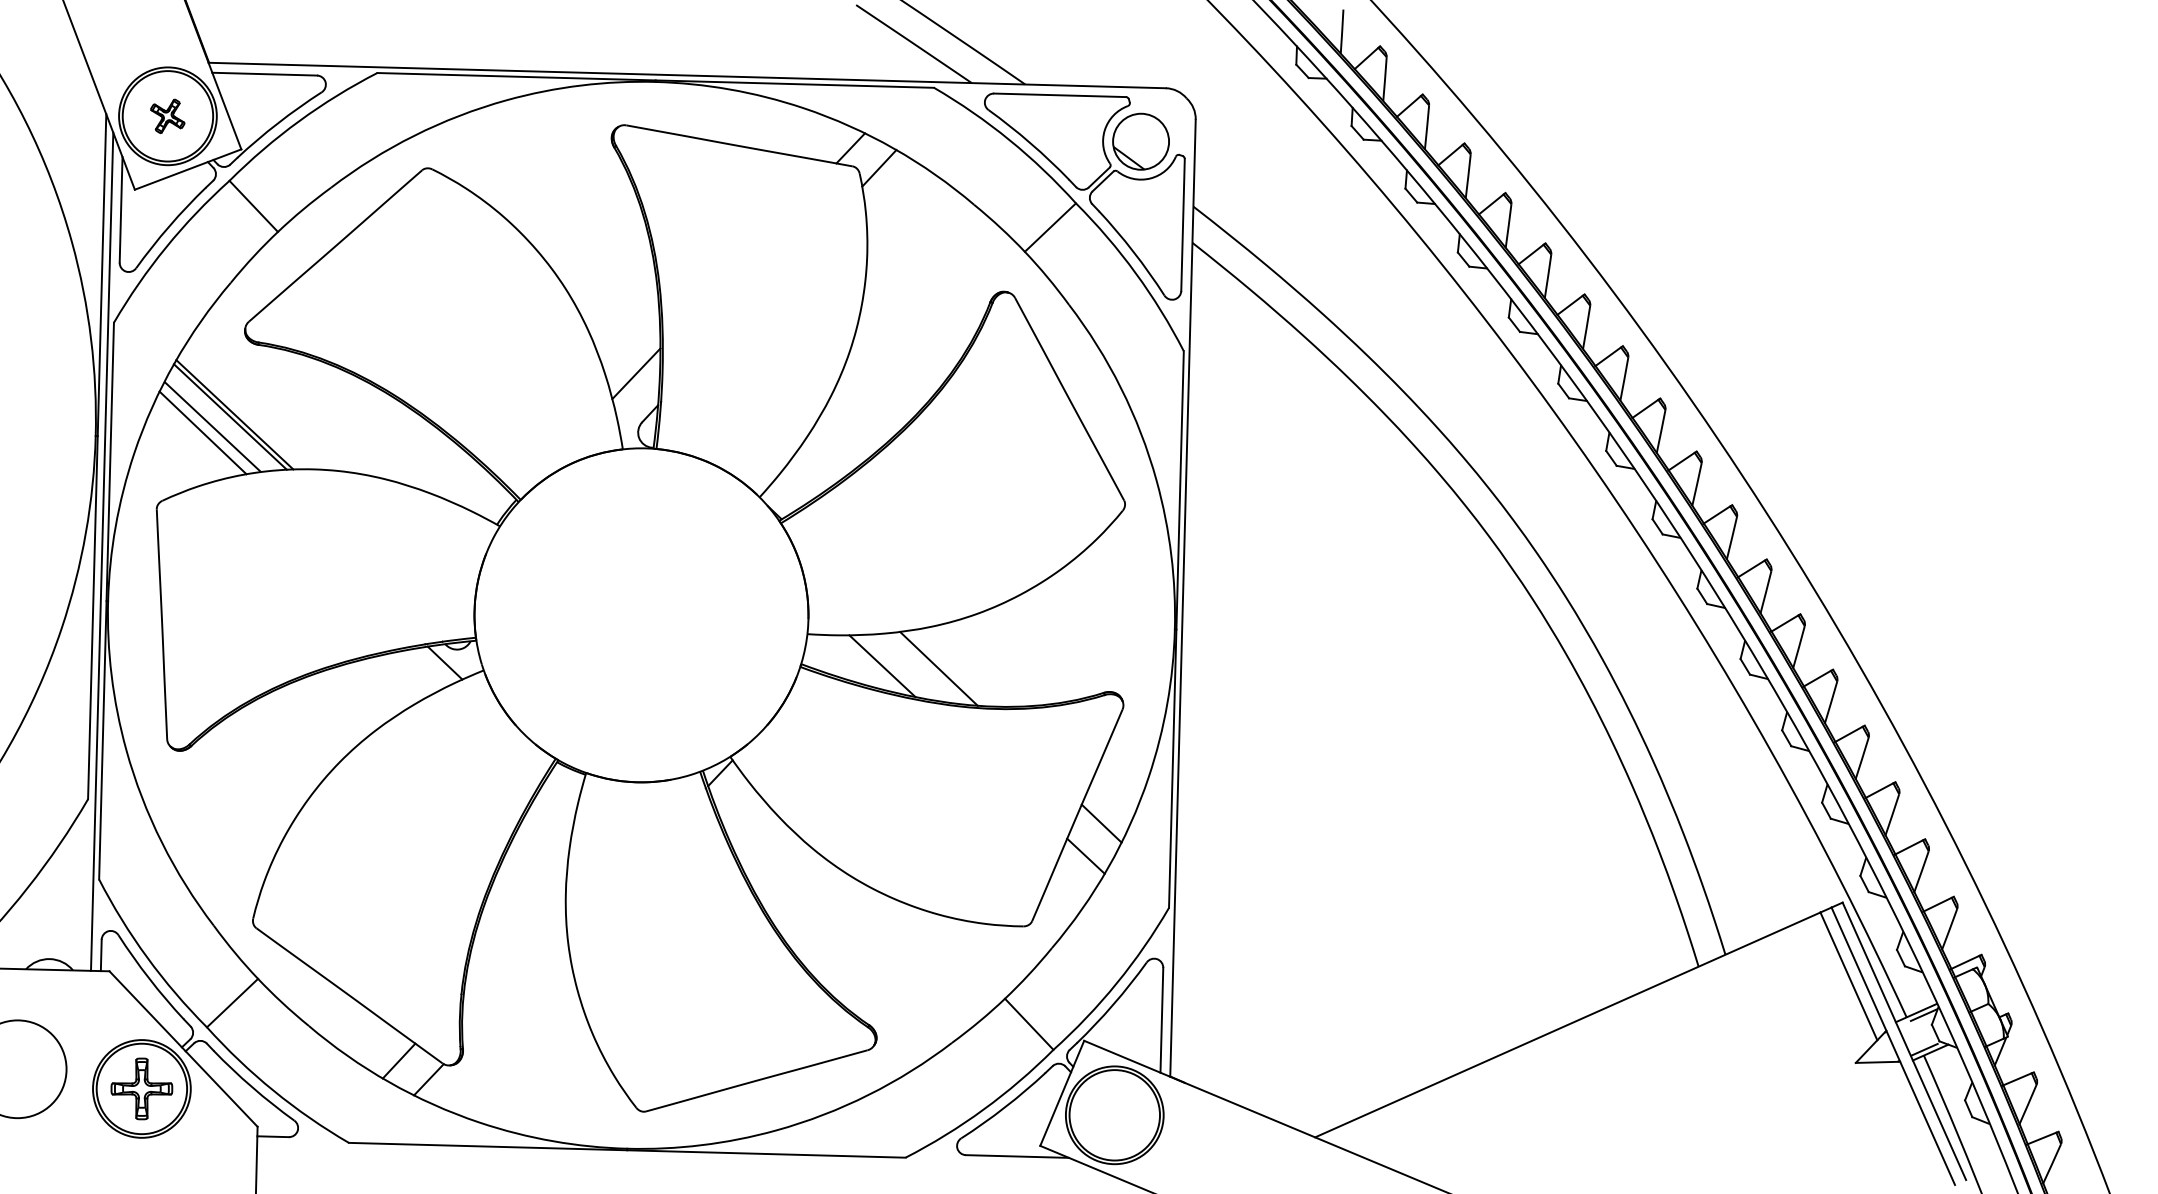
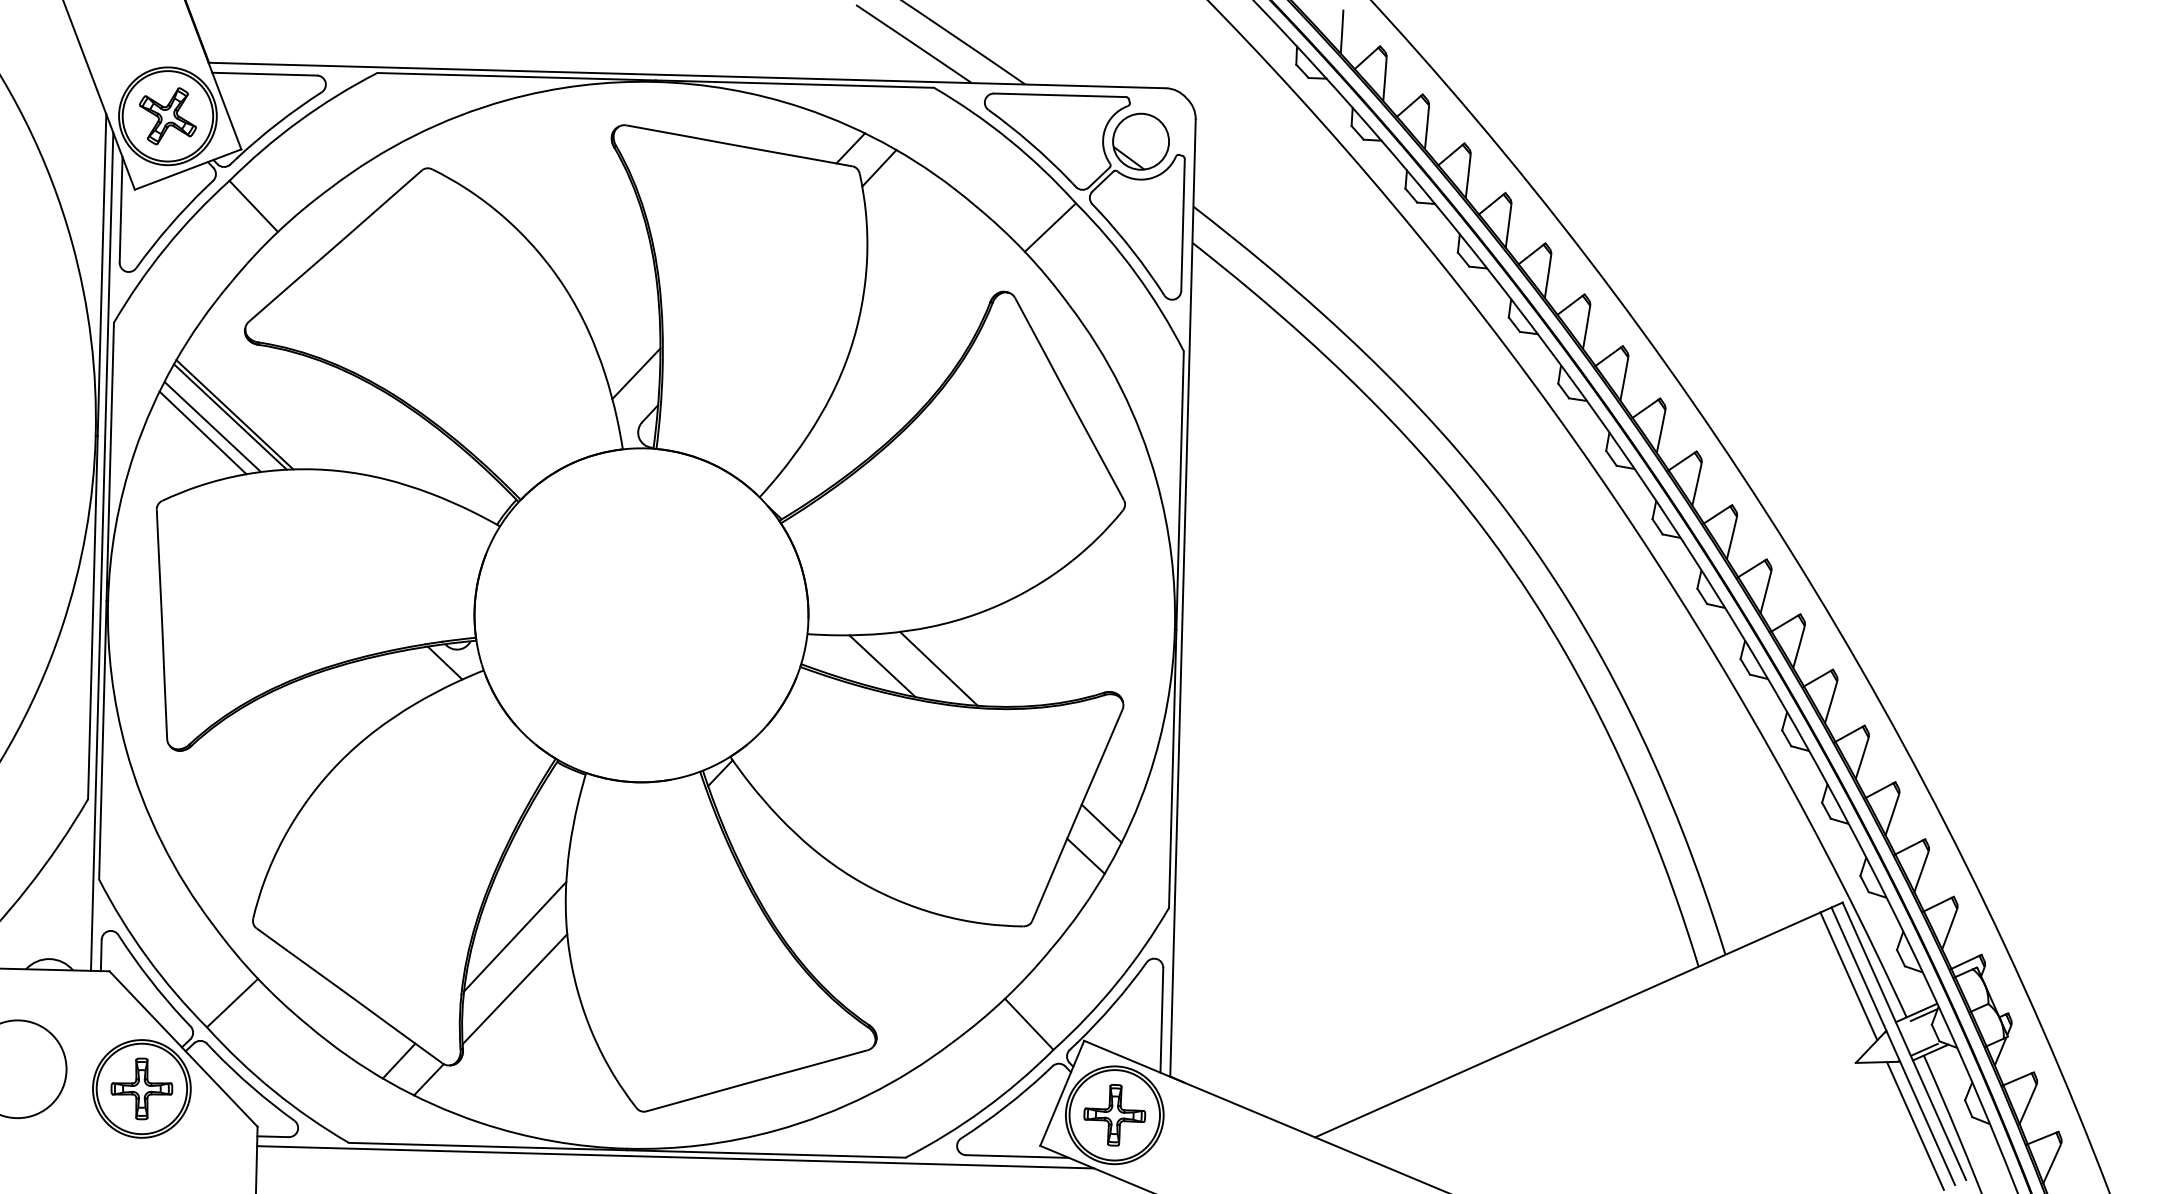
part at (167, 116) size: 36x37 px -> 59x59 px
line at (515, 936): none -> present
line at (514, 989): none -> present
part at (1114, 1115): none -> present
line at (1915, 1125): none -> present
line at (675, 1157): none -> present
